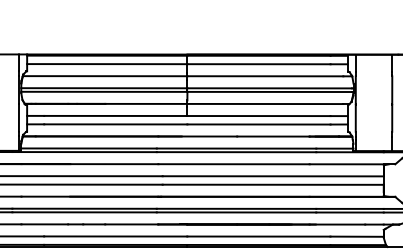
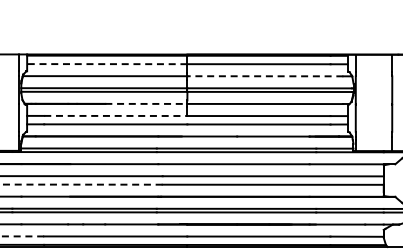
line at (106, 64): solid -> dashed
line at (265, 76): solid -> dashed
line at (146, 103): solid -> dashed
line at (115, 115): solid -> dashed
line at (81, 184): solid -> dashed
line at (22, 236): solid -> dashed
